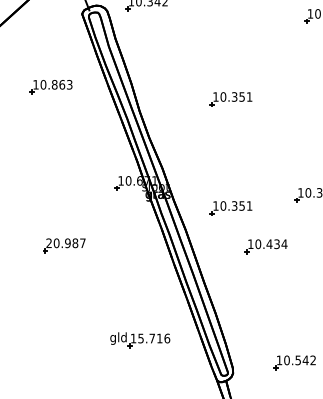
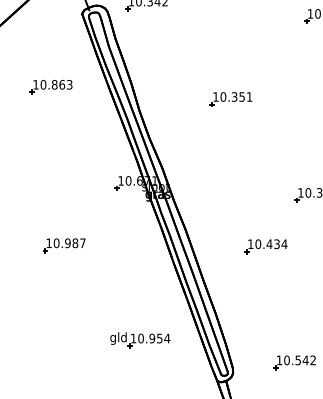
part at (230, 208): present -> none
text at (48, 242): 20.987 -> 10.987
text at (154, 338): 15.716 -> 10.954
